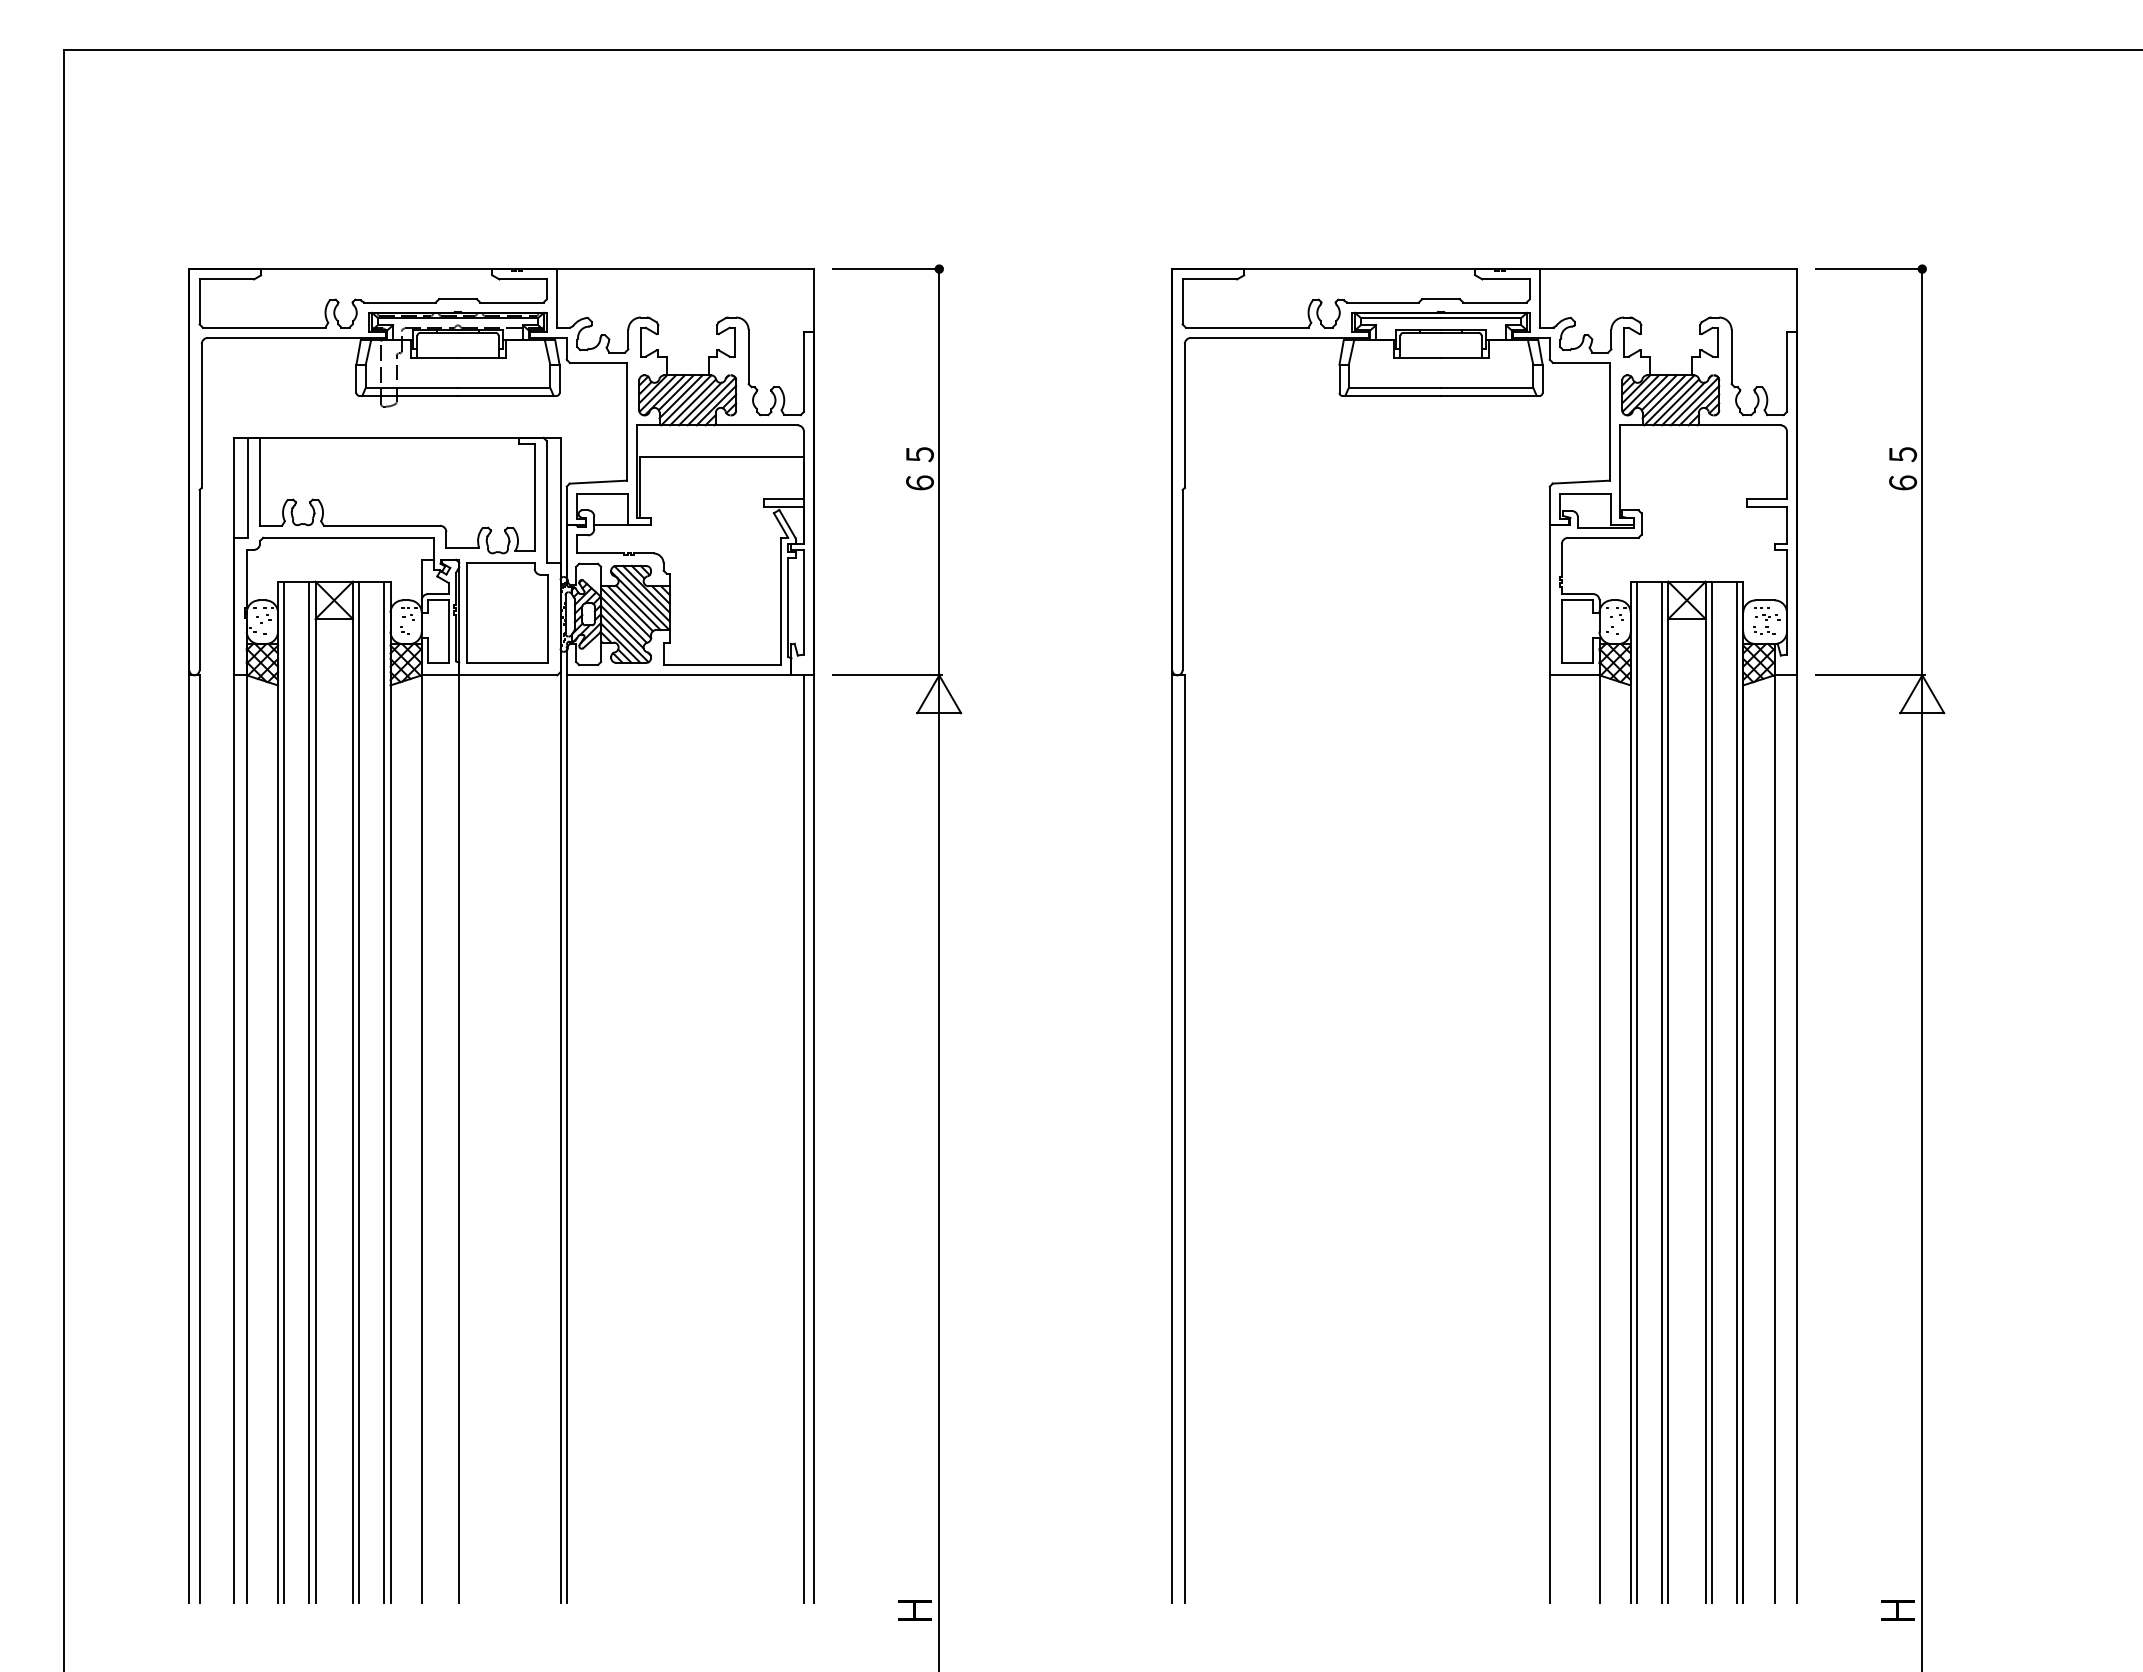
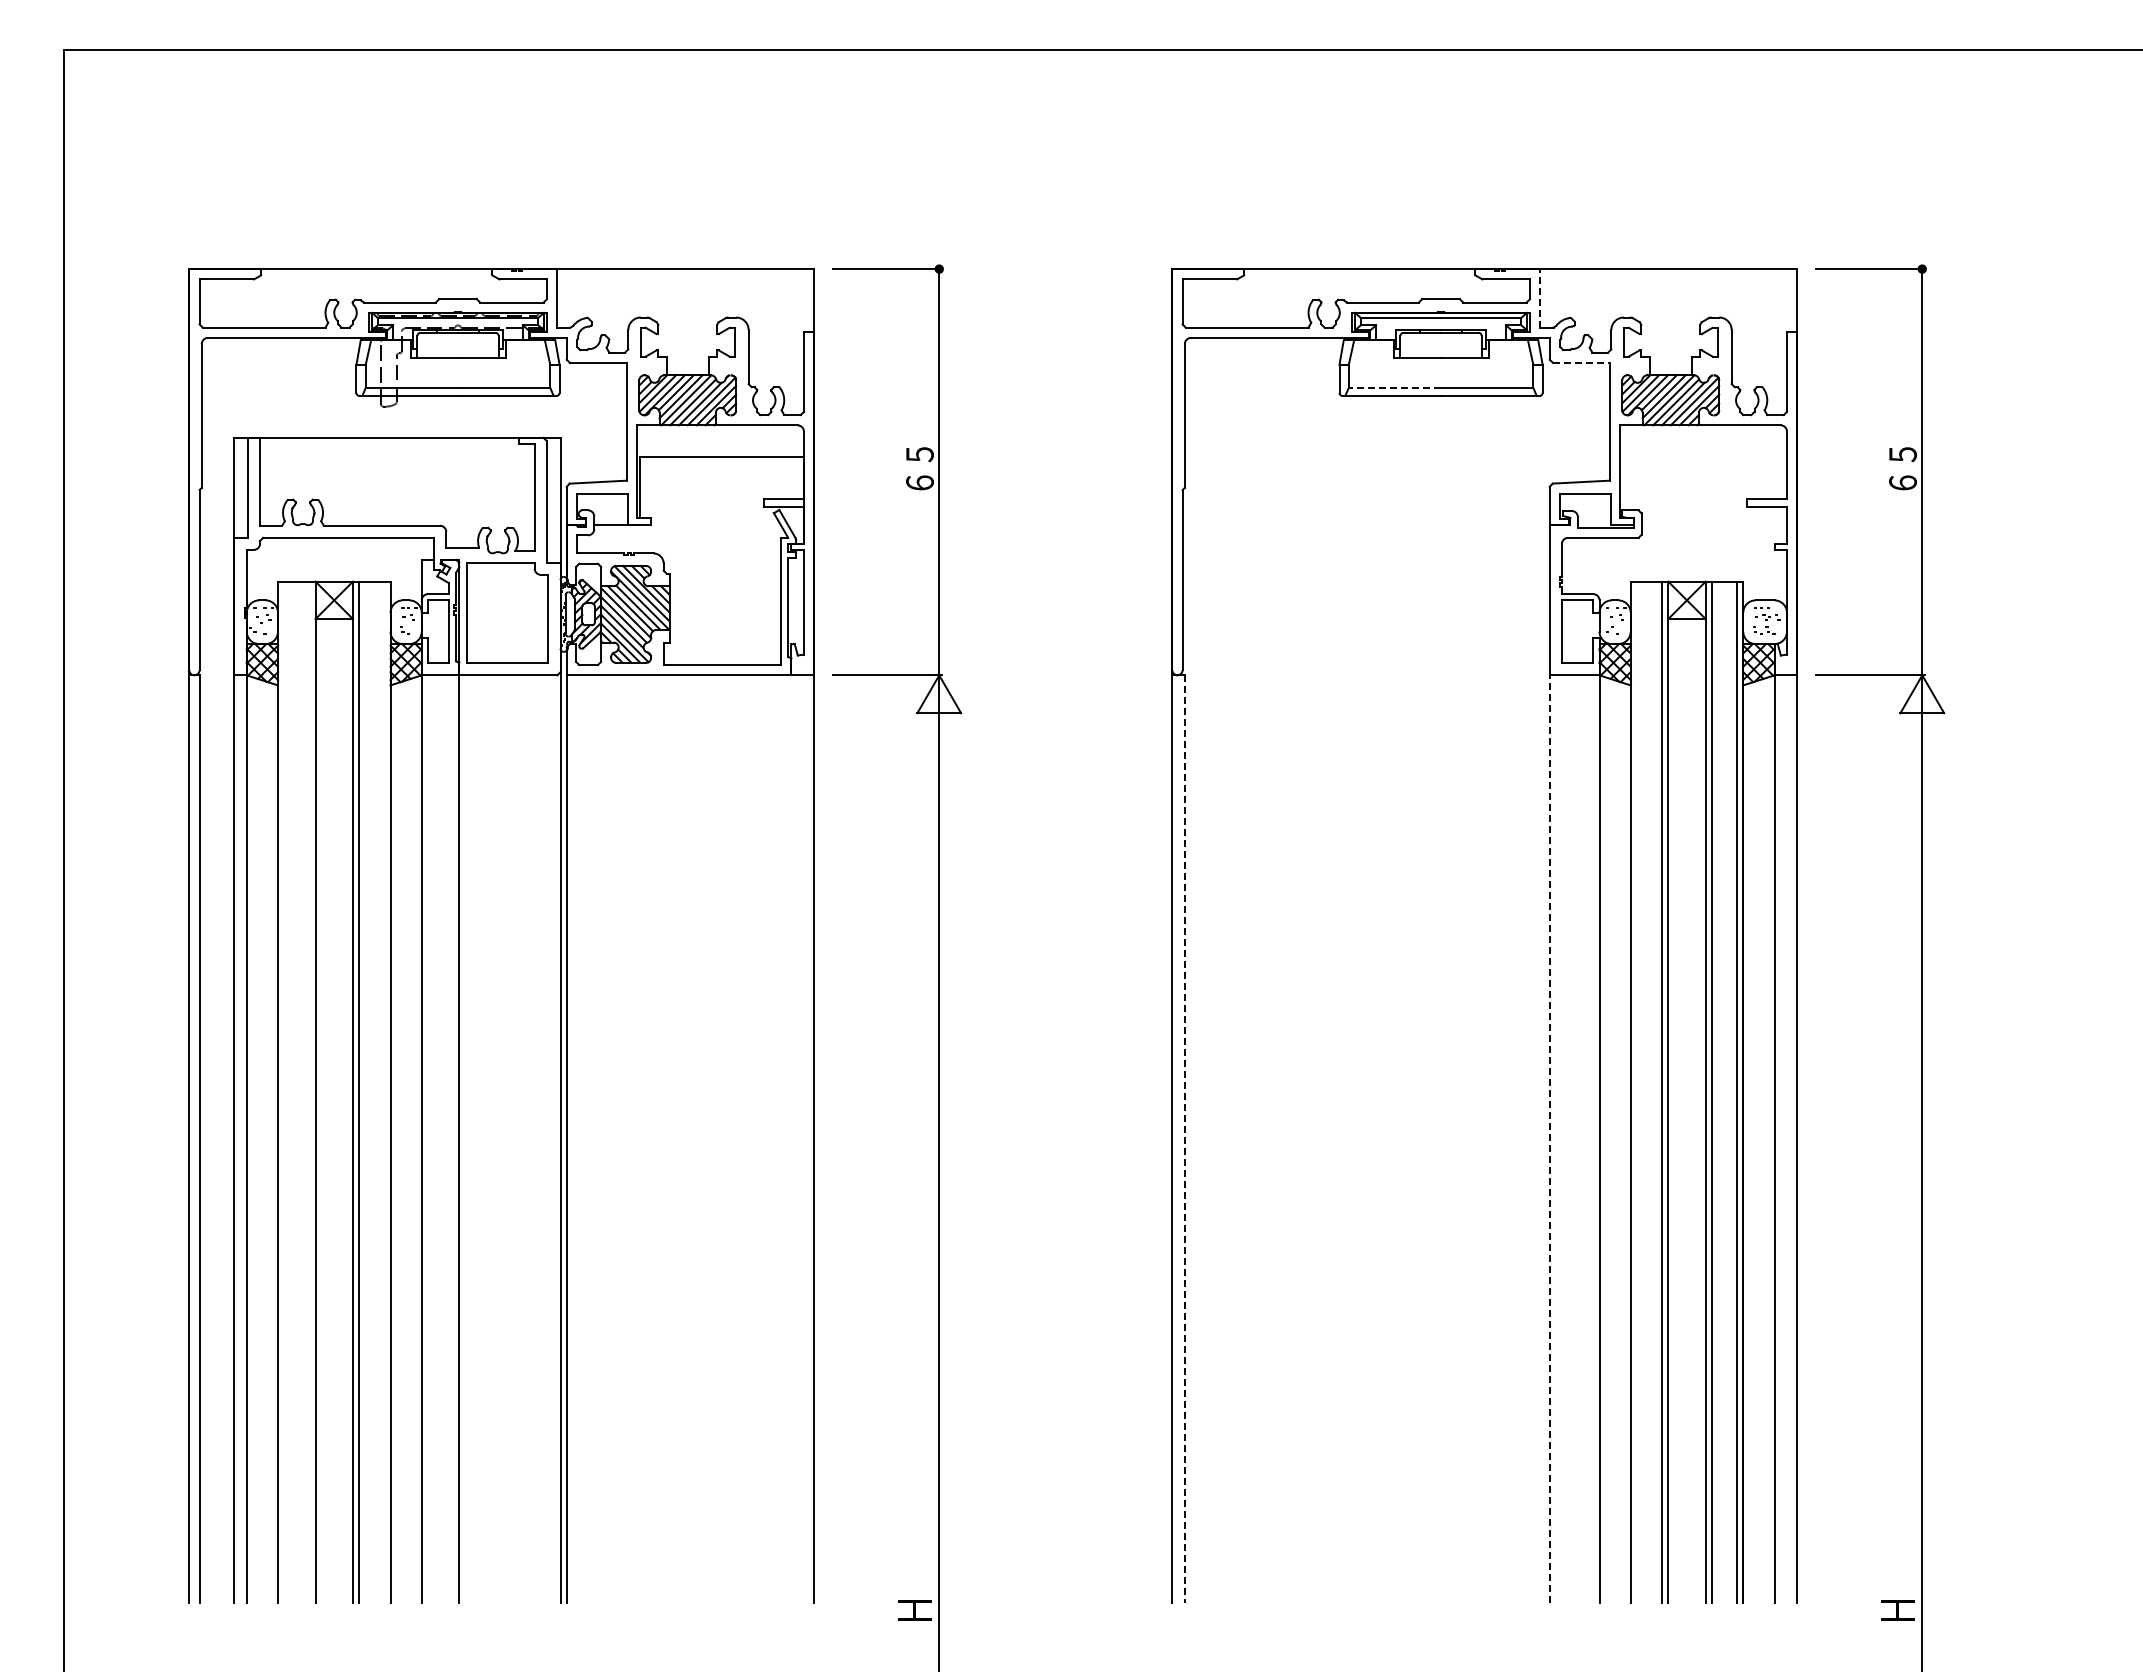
line at (1540, 297): solid -> dashed
line at (1581, 362): solid -> dashed
line at (1394, 387): solid -> dashed
line at (284, 1092): present -> none
line at (309, 1092): present -> none
line at (384, 1092): present -> none
line at (1636, 1092): present -> none
line at (1549, 1138): solid -> dashed
line at (803, 1139): present -> none
line at (1184, 1139): solid -> dashed
